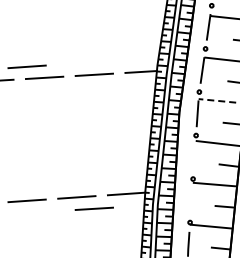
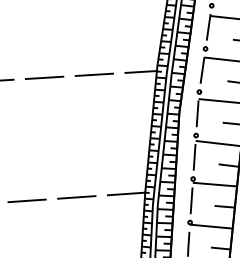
line at (26, 66): present -> none
line at (218, 100): dashed -> solid
line at (194, 156): none -> present
line at (191, 200): none -> present
line at (93, 208): present -> none
